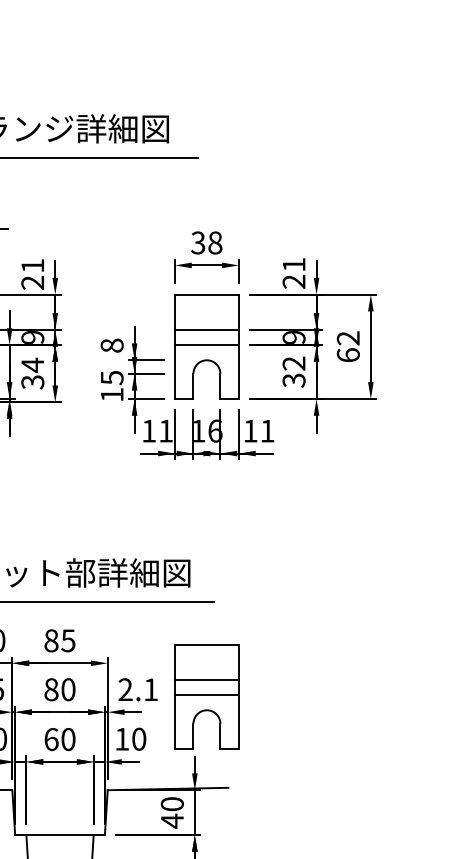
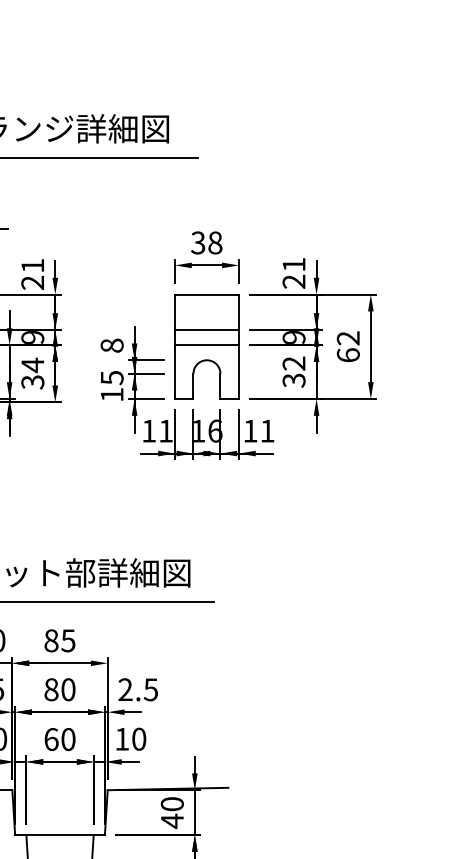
text at (150, 689): 2.1 -> 2.5
part at (206, 696): present -> none
